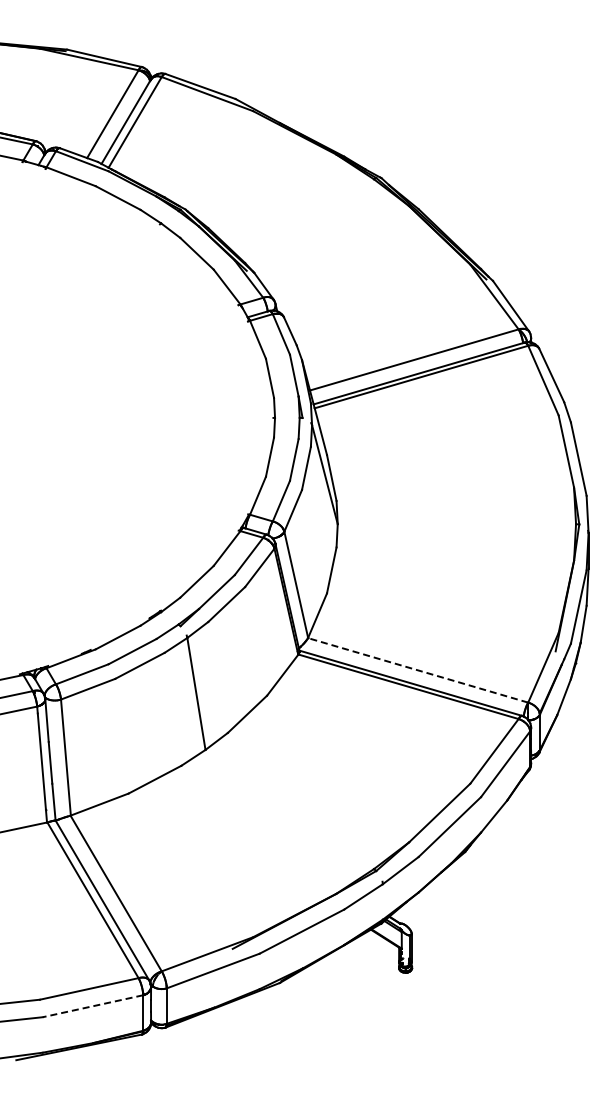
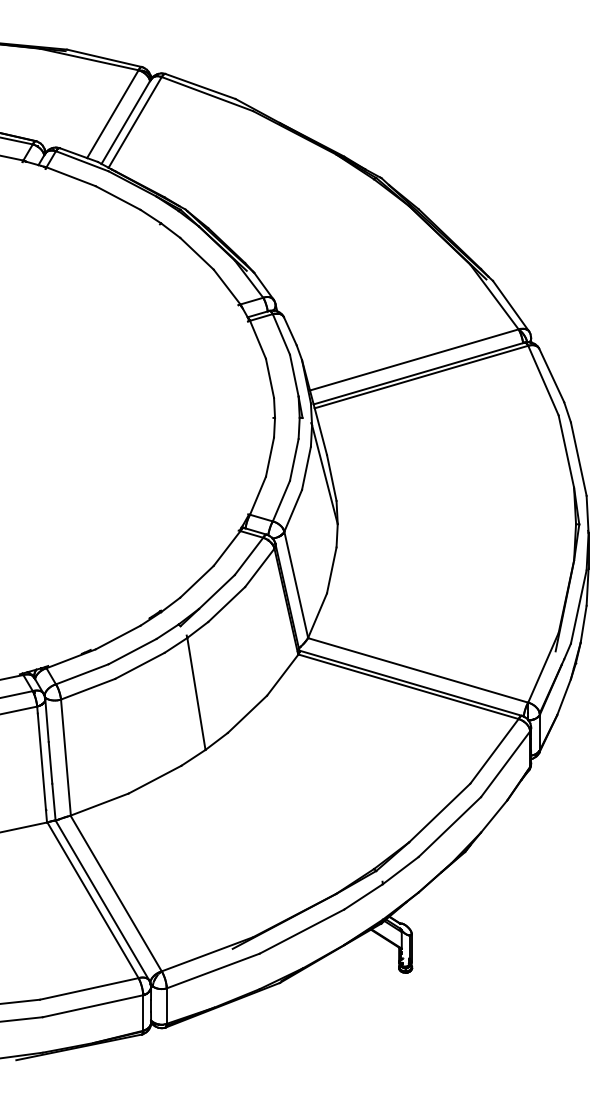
line at (418, 670): dashed -> solid
line at (92, 1006): dashed -> solid
